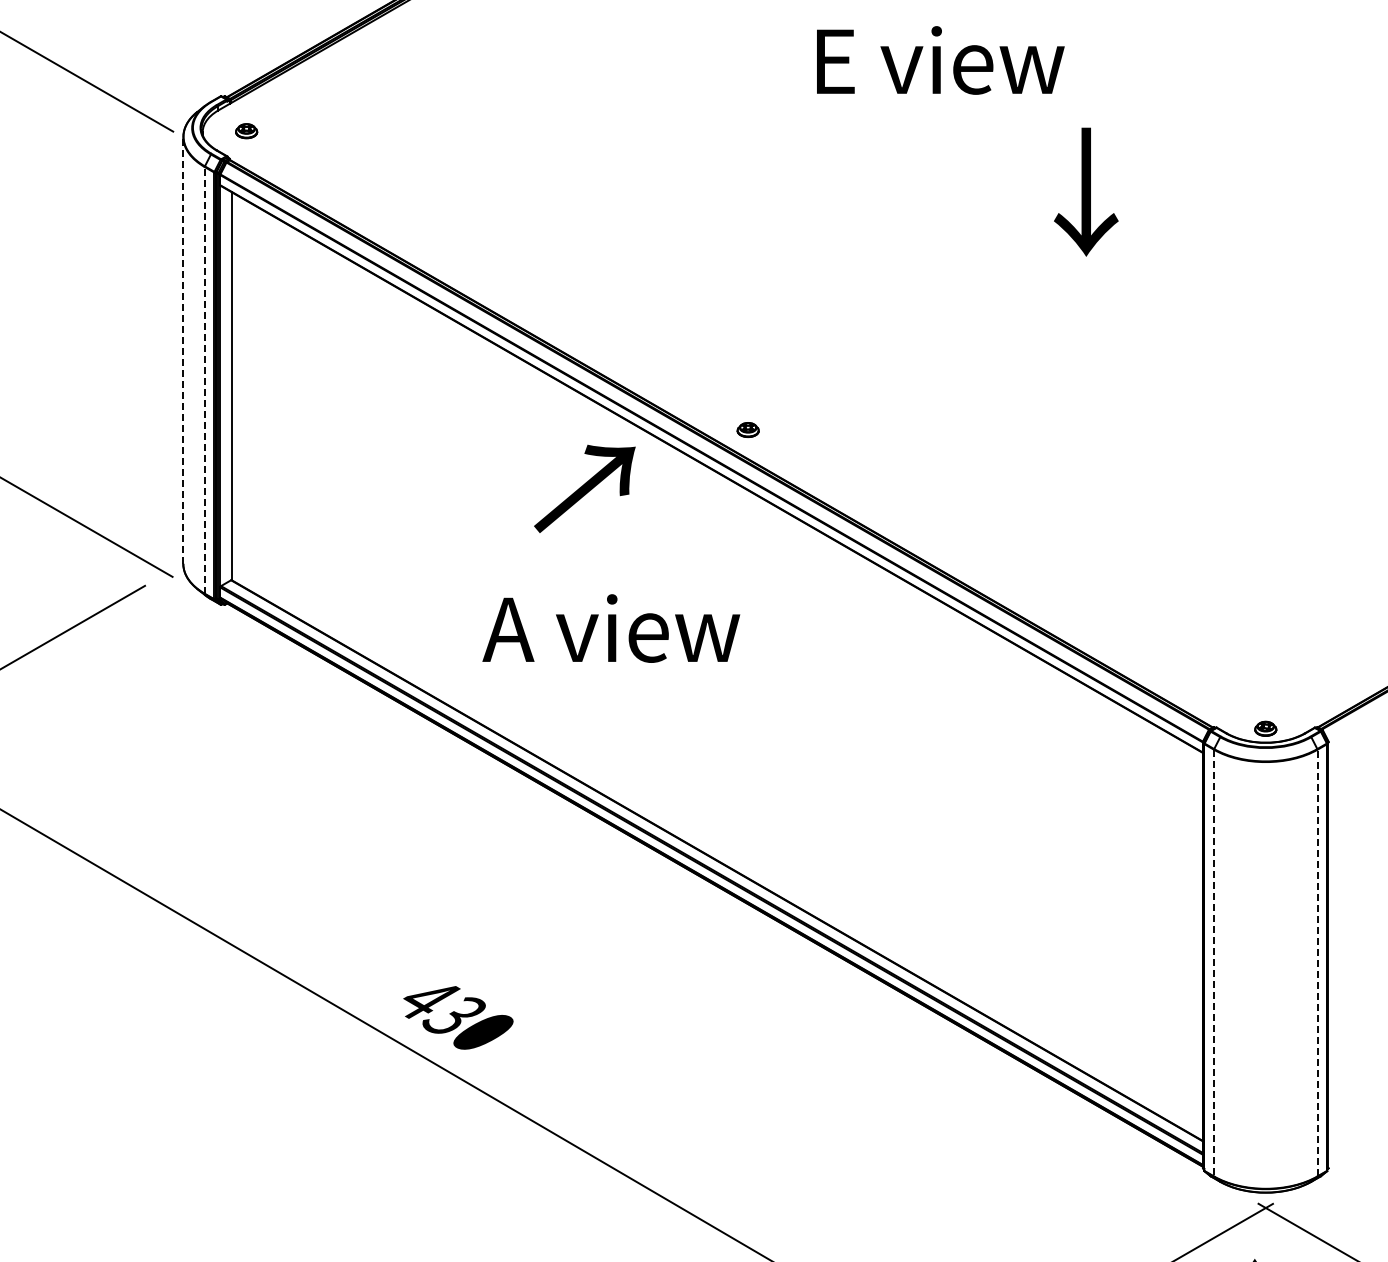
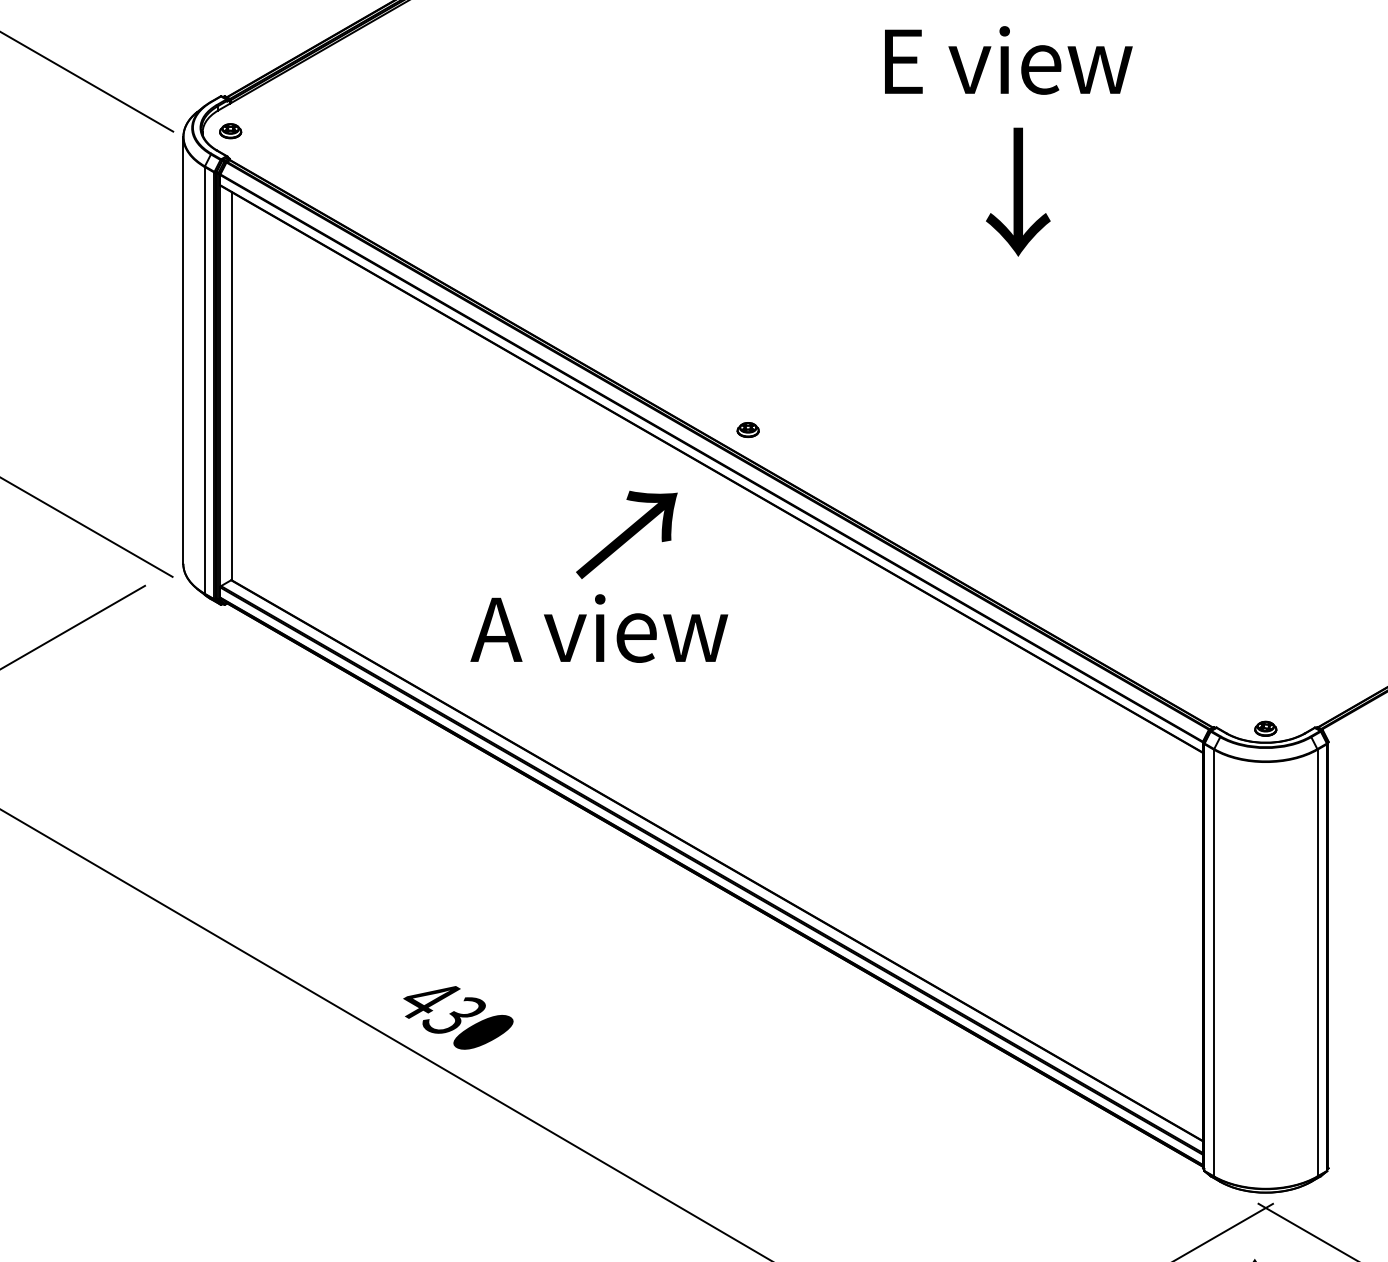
text at (940, 60) position: (940, 60) -> (1008, 60)
part at (246, 131) position: (246, 131) -> (230, 131)
text at (1086, 191) position: (1086, 191) -> (1018, 191)
line at (183, 349): dashed -> solid
line at (204, 379): dashed -> solid
text at (584, 488) position: (584, 488) -> (626, 534)
text at (611, 628) position: (611, 628) -> (599, 628)
line at (1317, 962): dashed -> solid
line at (1214, 963): dashed -> solid
